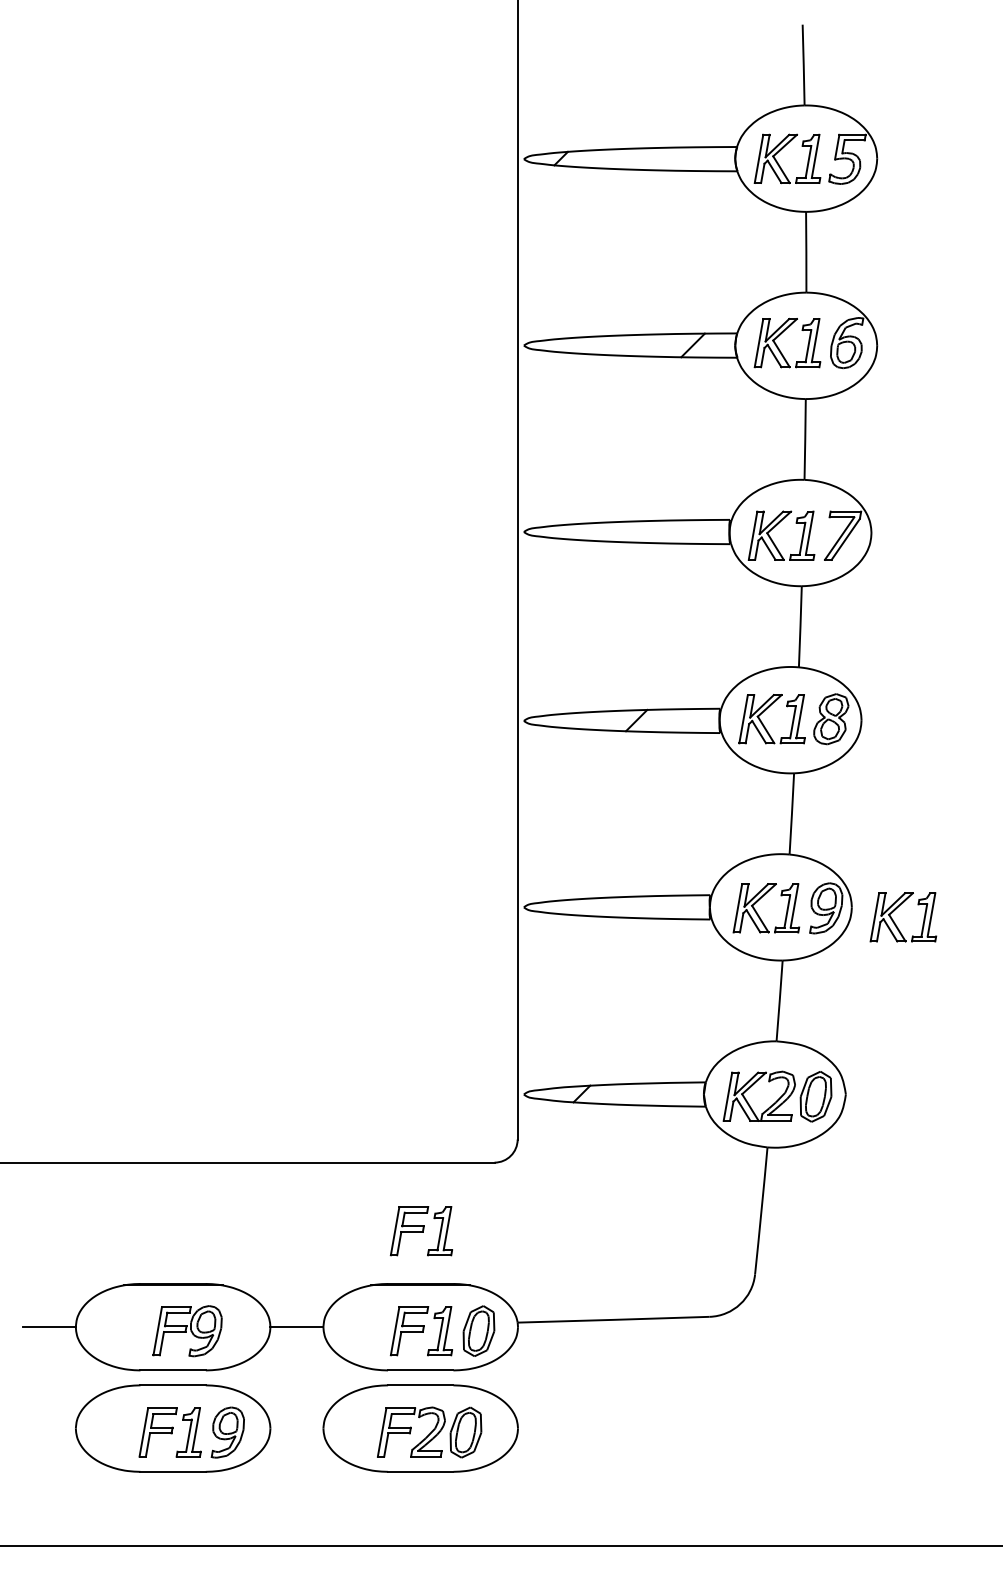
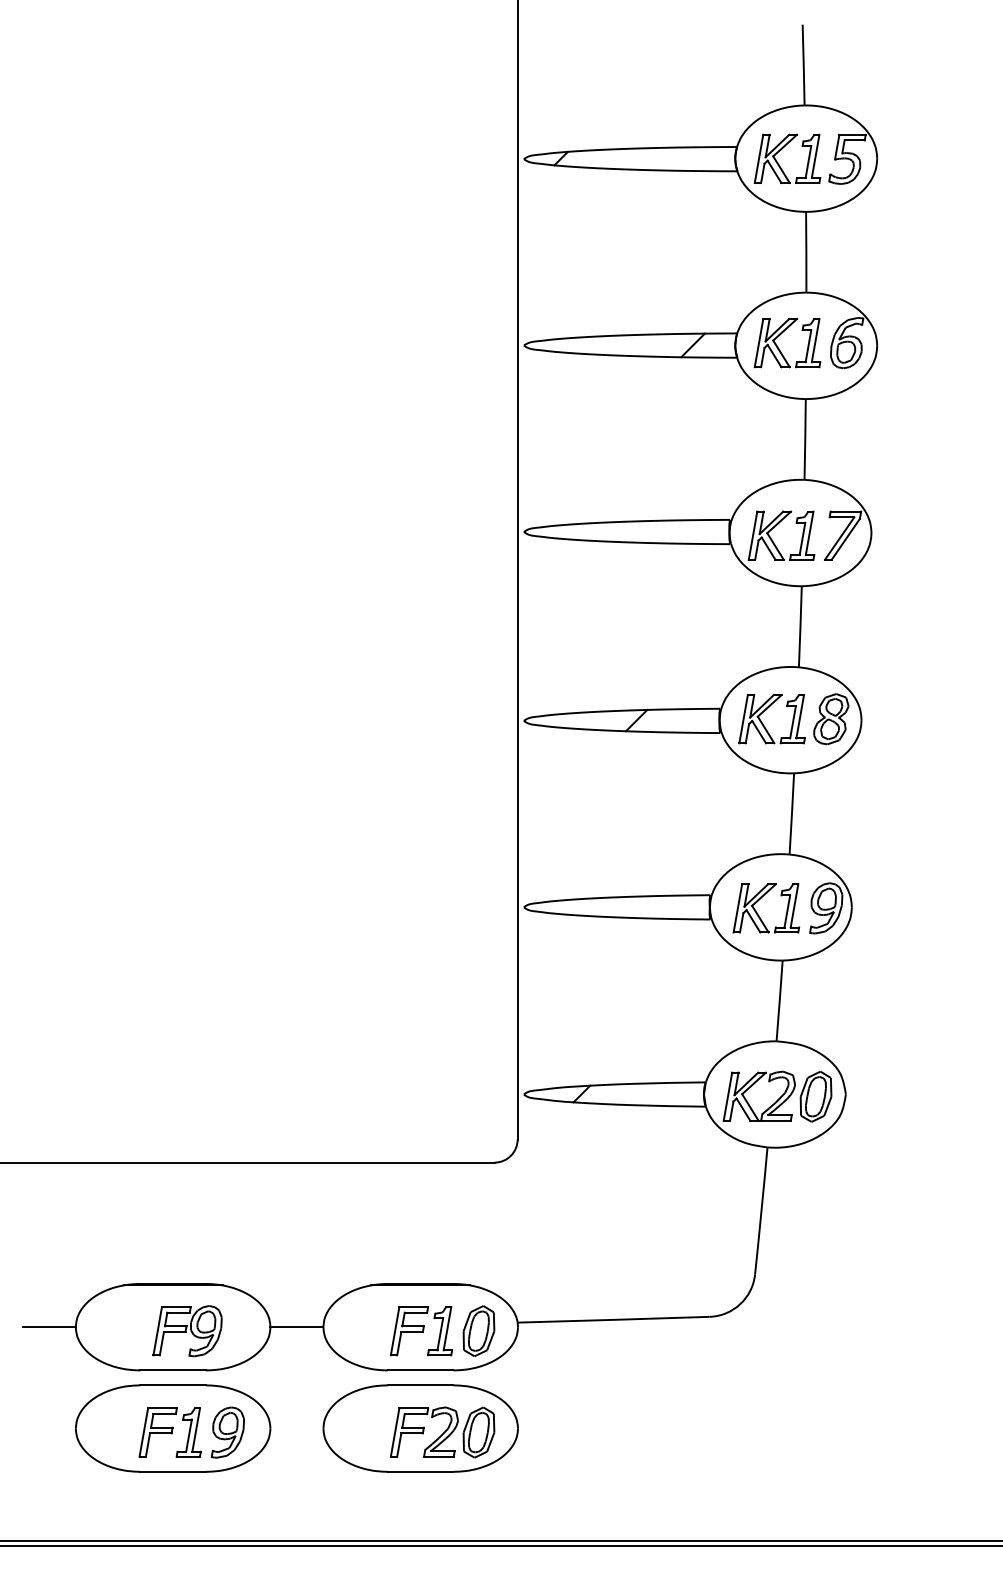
part at (894, 921): present -> none
part at (420, 1231): present -> none
part at (429, 1432) position: (429, 1432) -> (442, 1432)
line at (500, 1541): none -> present
